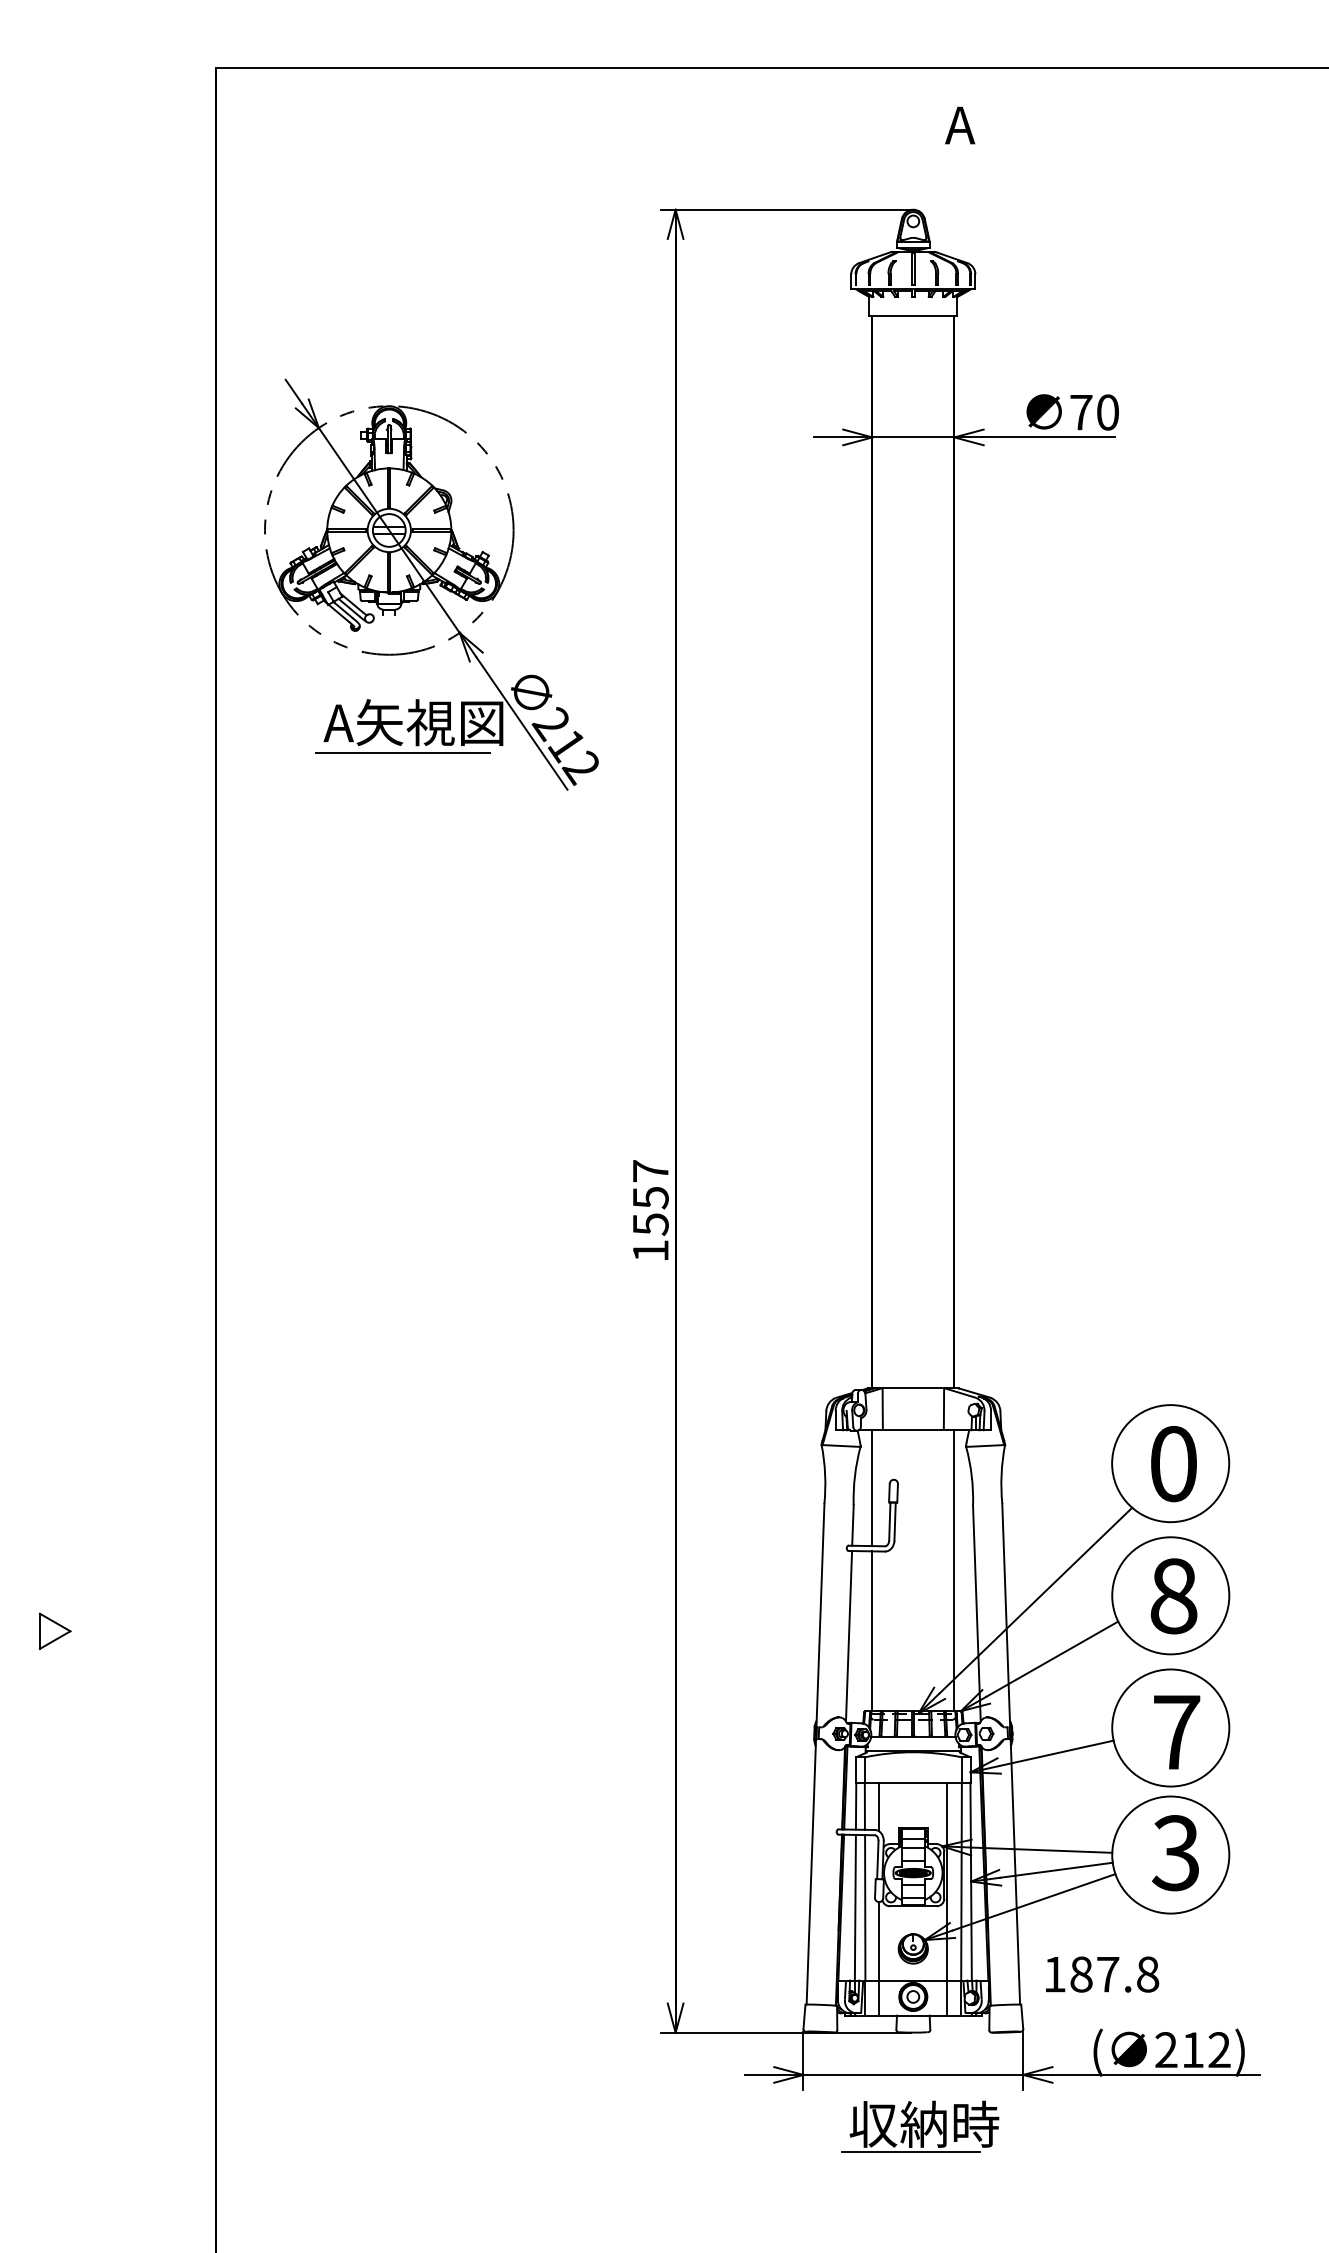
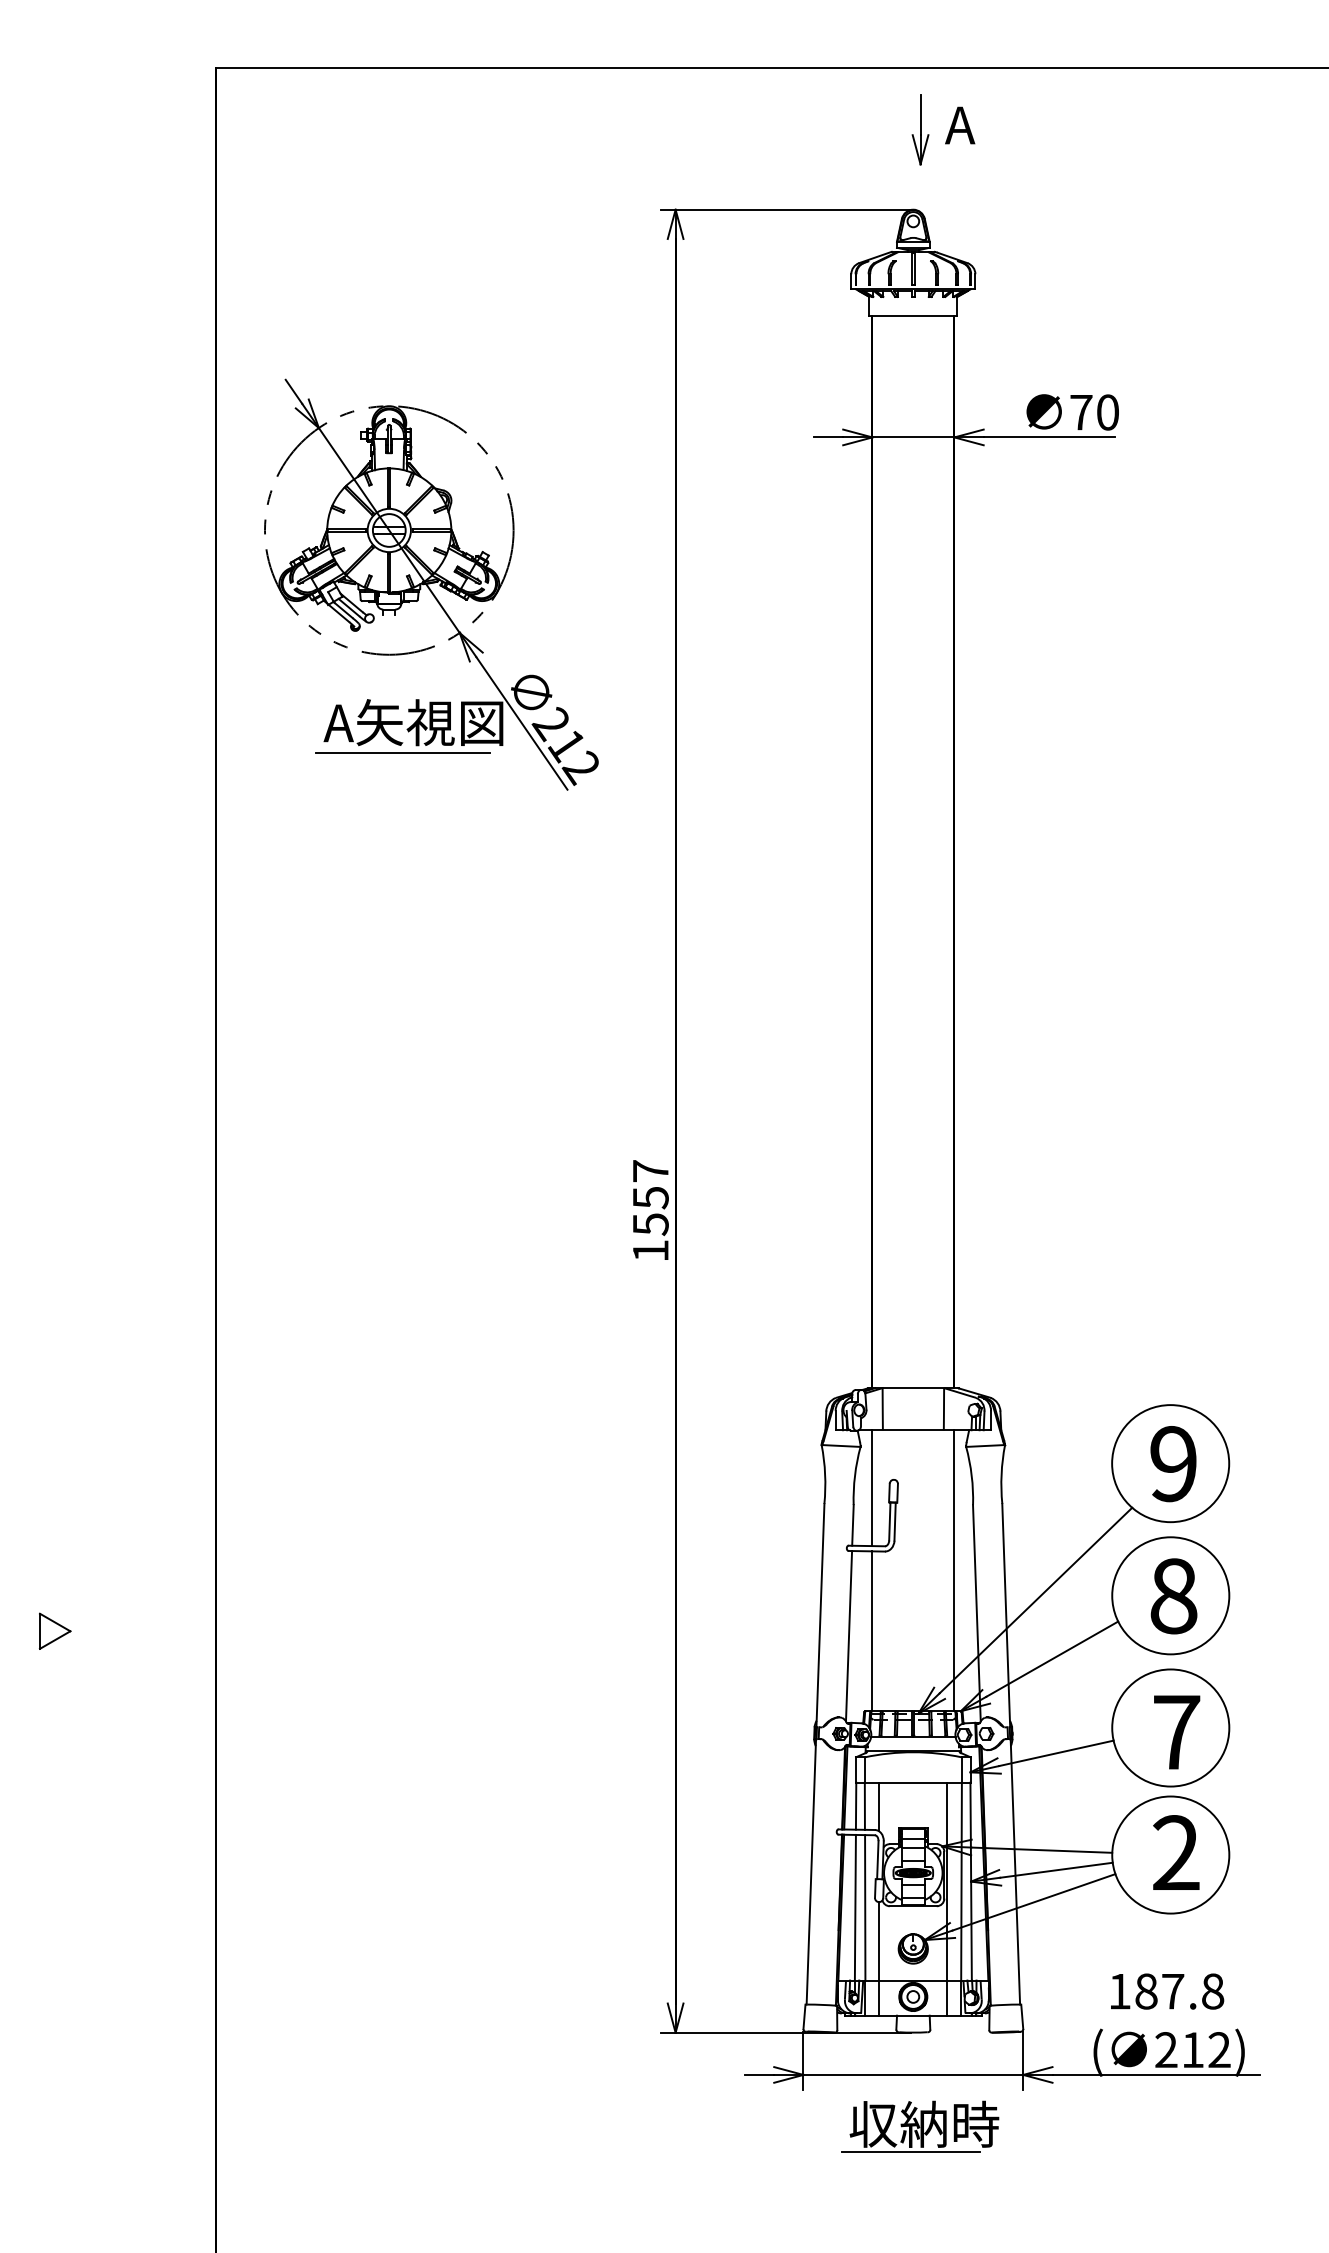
part at (920, 129): none -> present
text at (1173, 1464): 0 -> 9
text at (1175, 1853): 3 -> 2
text at (1102, 1974) position: (1102, 1974) -> (1167, 1991)
